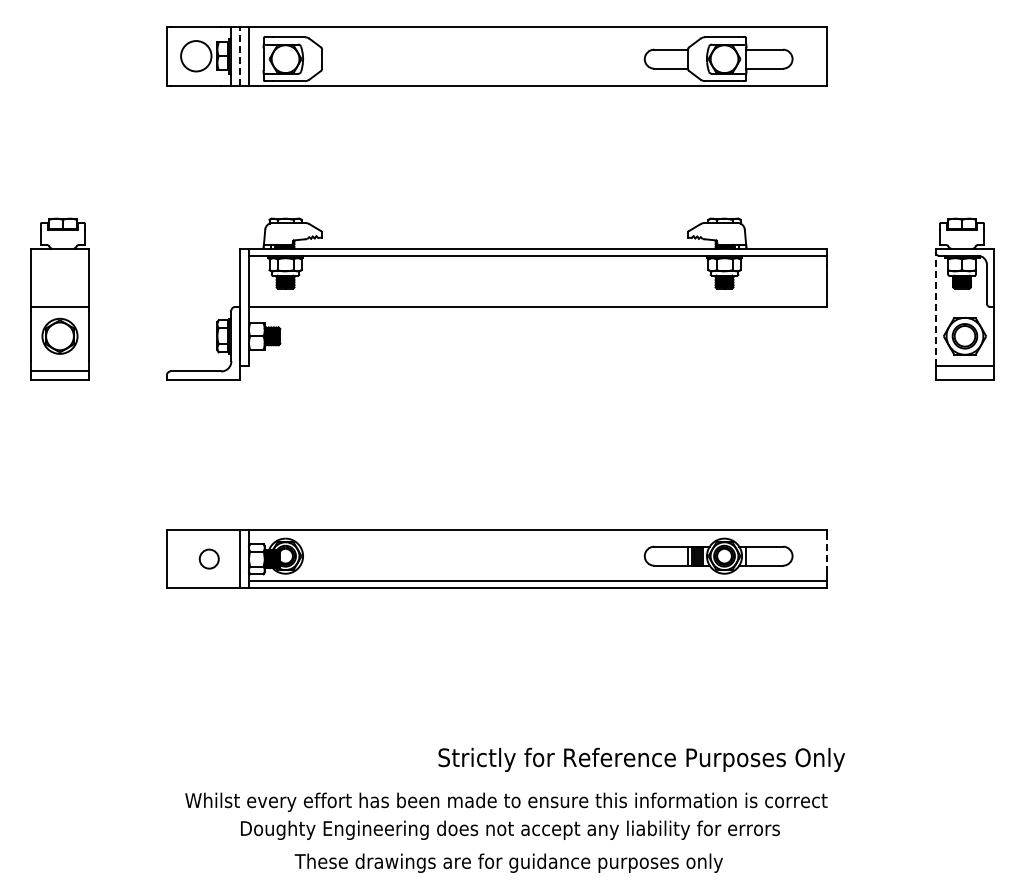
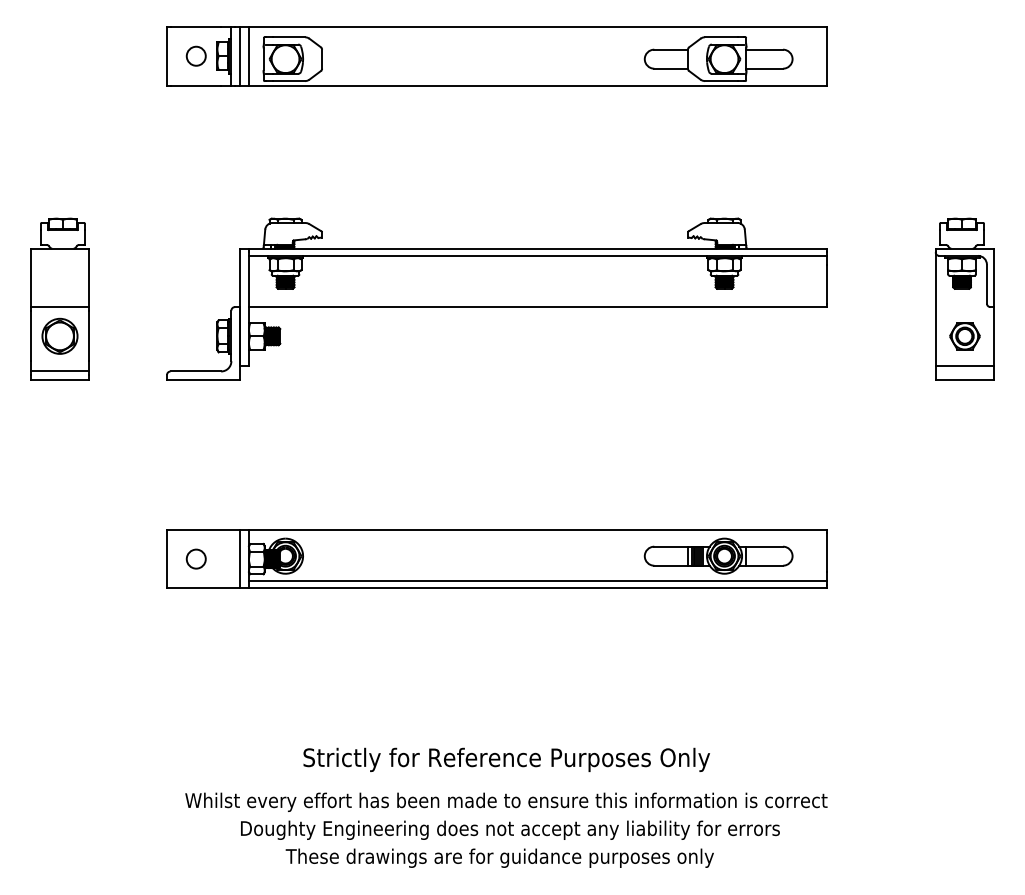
line at (240, 55): dashed -> solid
circle at (196, 56) diameter: 30 px -> 19 px
line at (935, 309): dashed -> solid
part at (964, 336) size: 44x39 px -> 32x29 px
line at (826, 553): dashed -> solid
circle at (208, 558) position: (208, 558) -> (195, 558)
text at (641, 759) position: (641, 759) -> (506, 759)
text at (508, 862) position: (508, 862) -> (499, 857)
